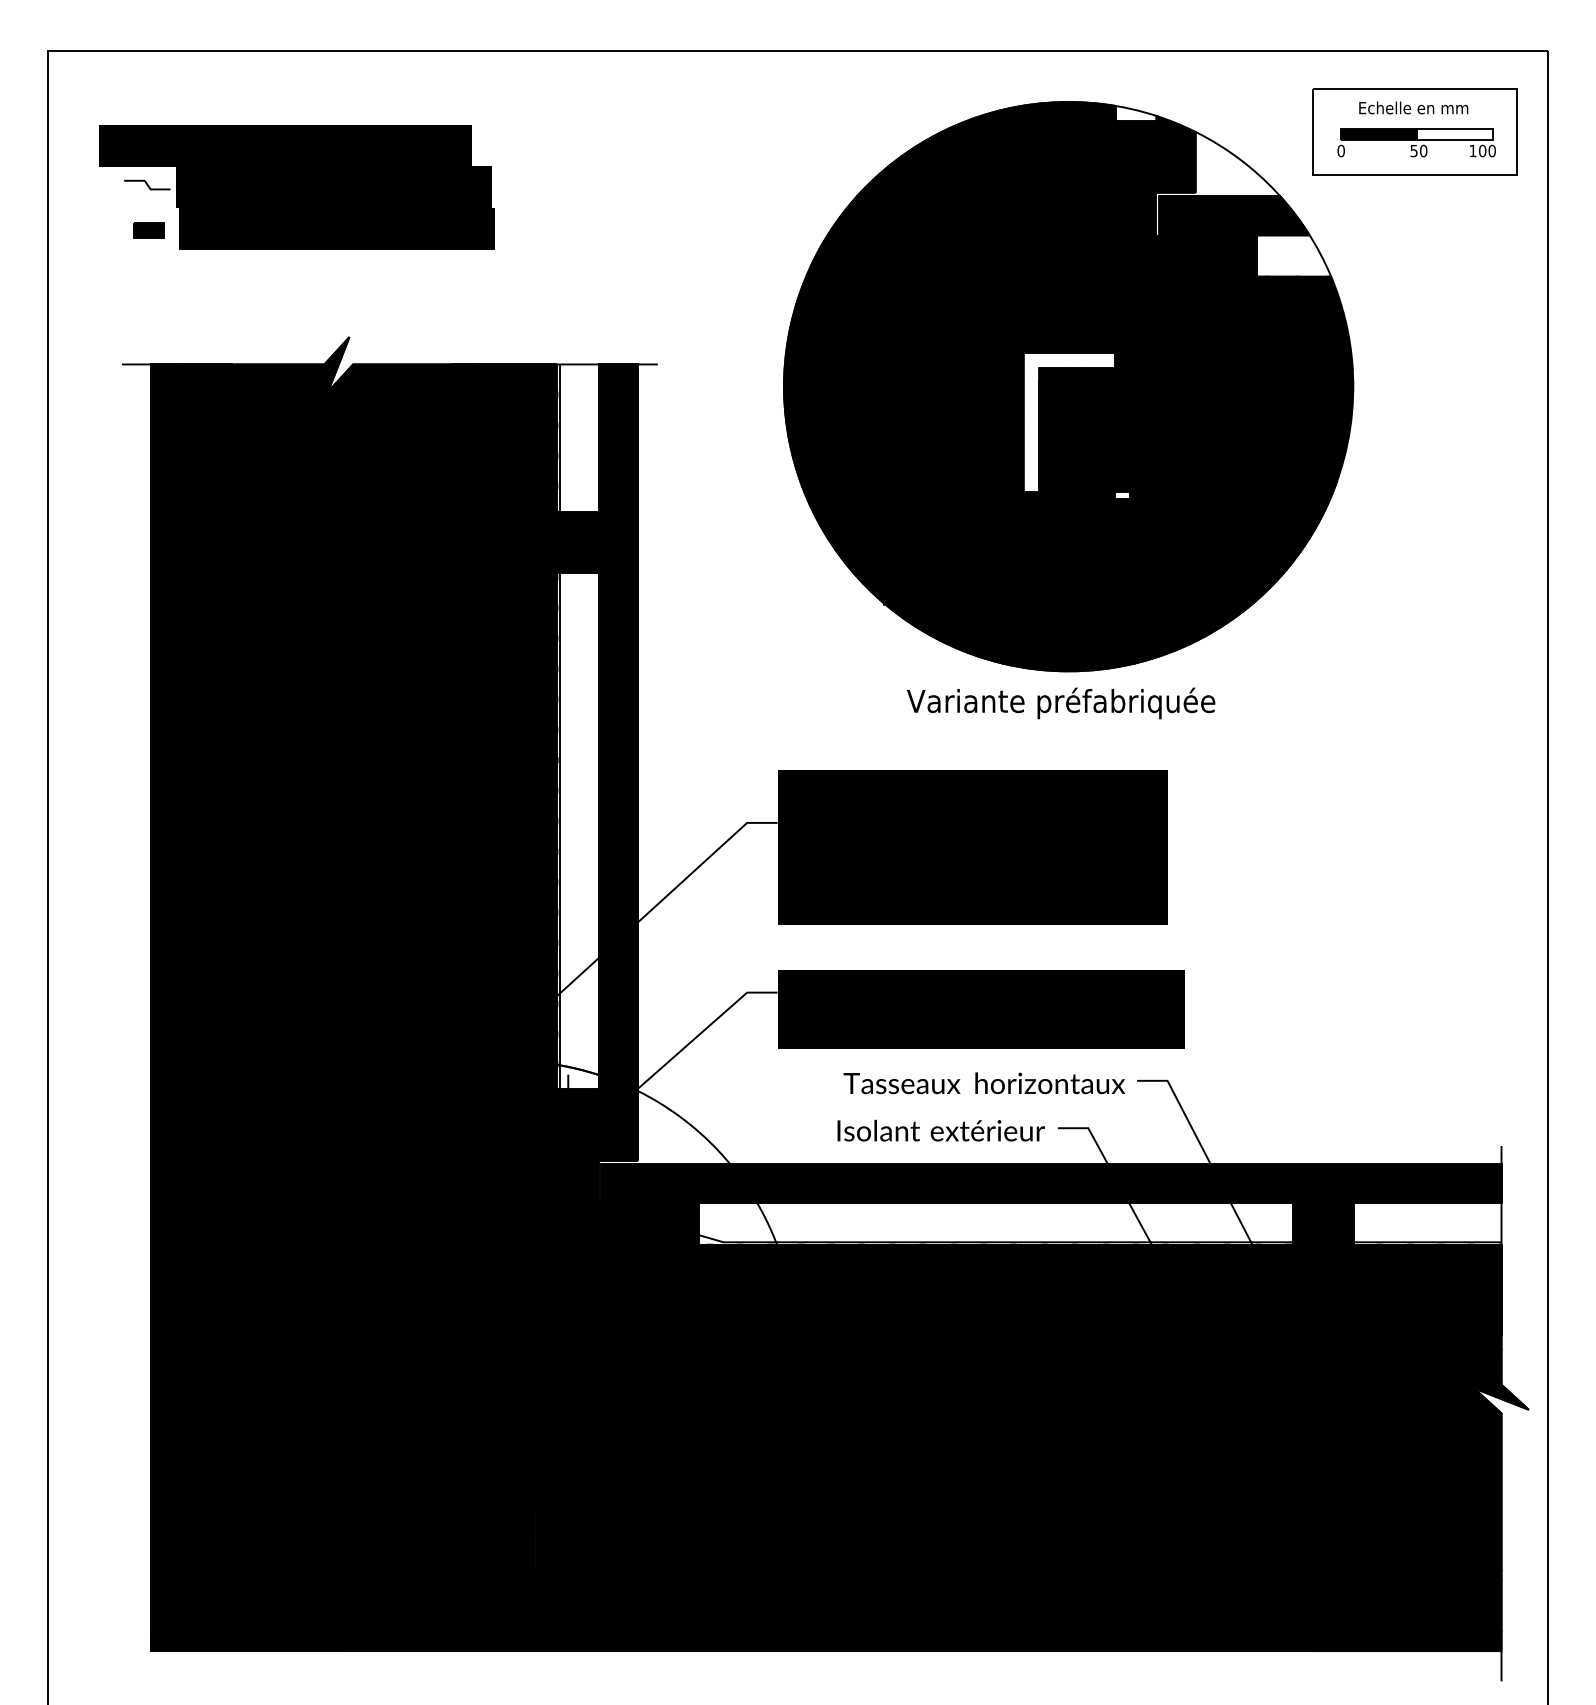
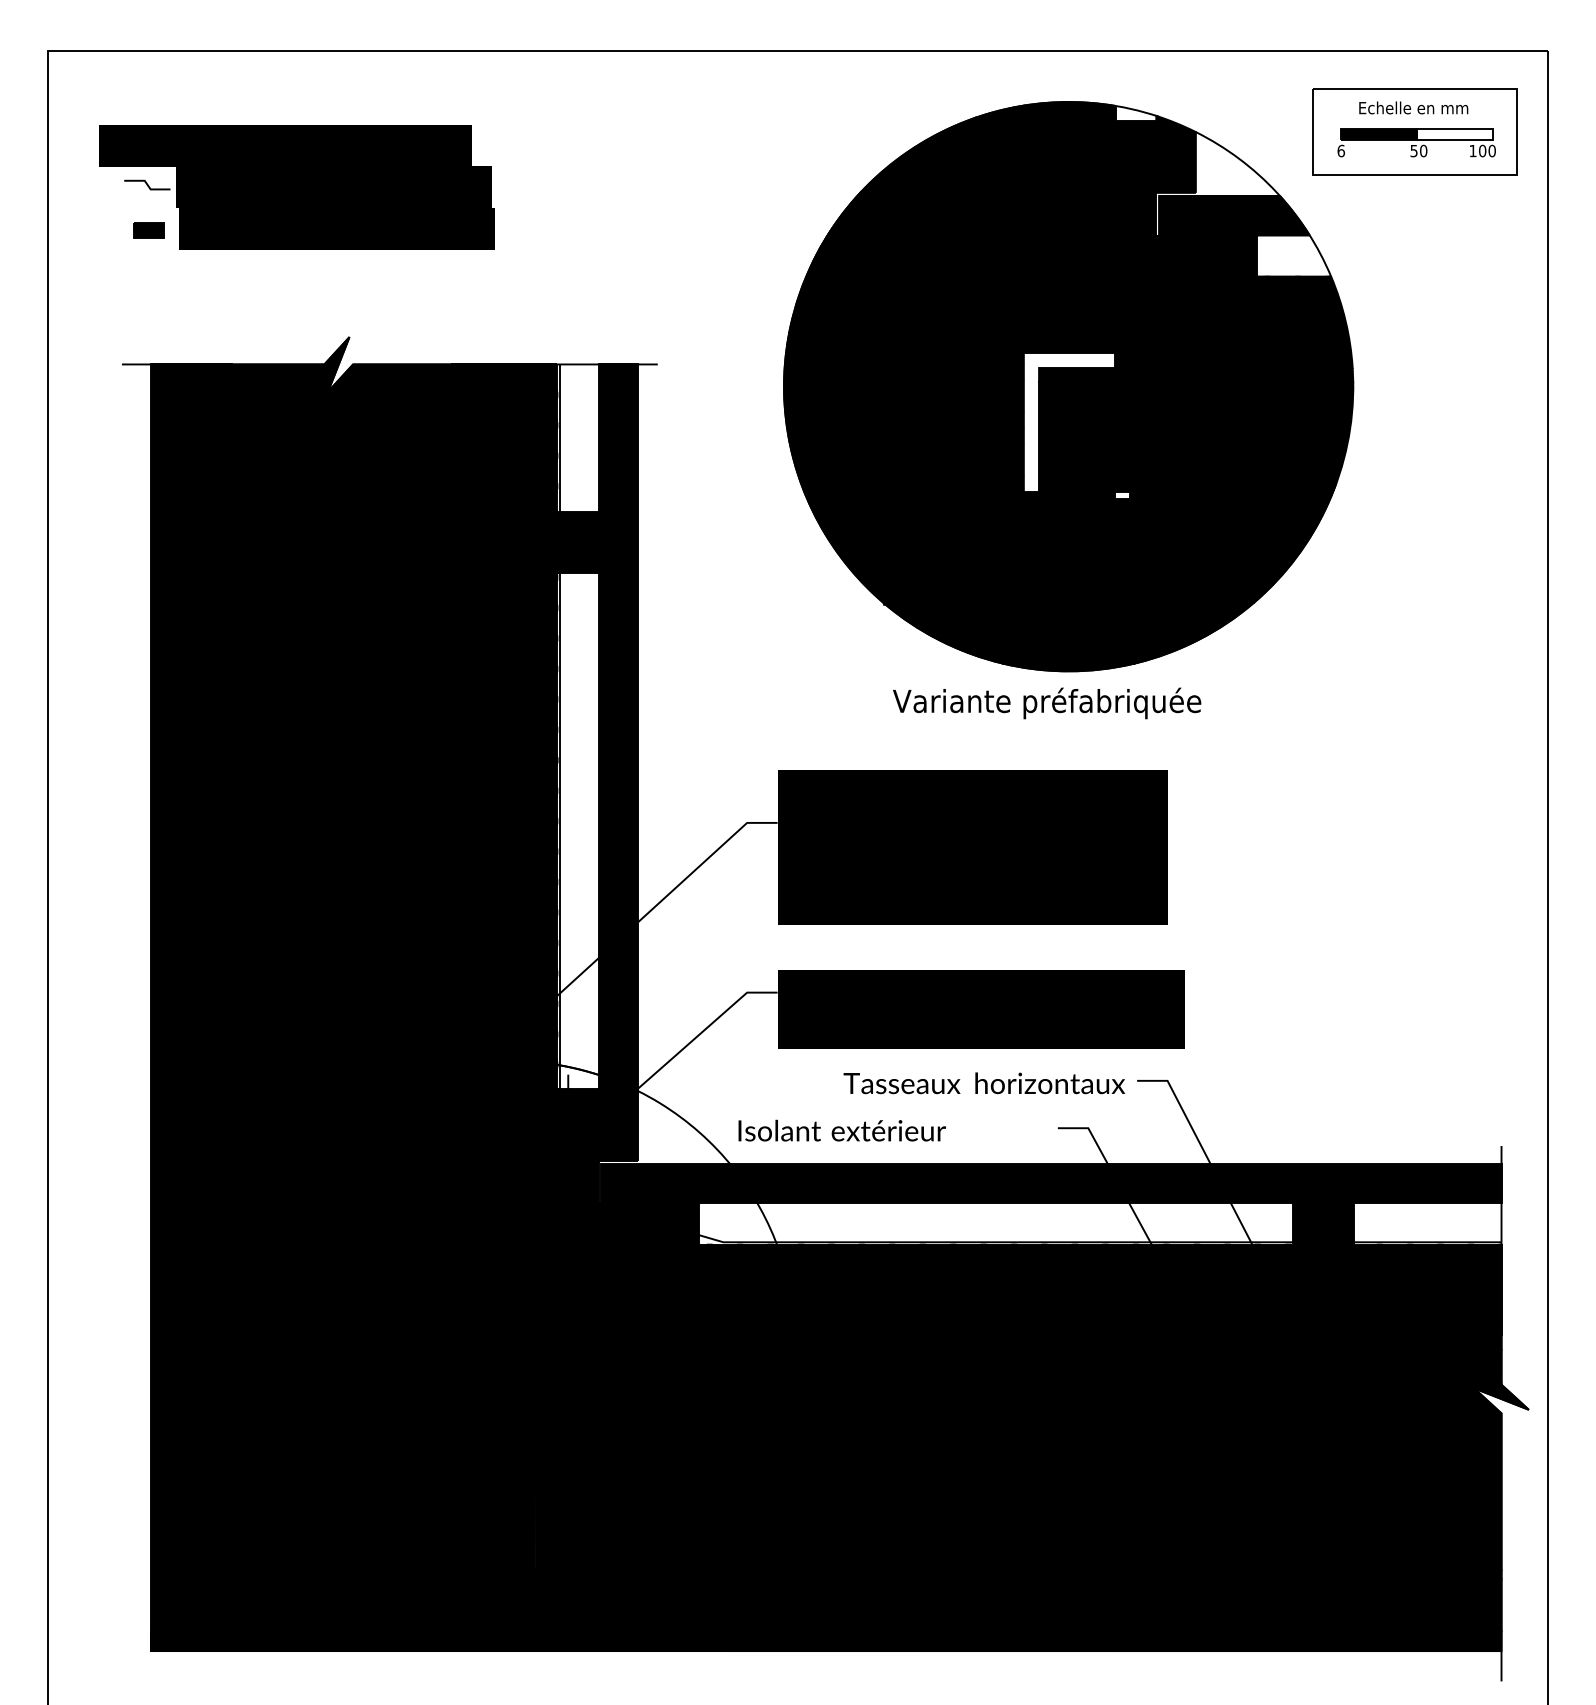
text at (1340, 150): 0 -> 6
text at (1061, 703) position: (1061, 703) -> (1047, 703)
text at (940, 1130) position: (940, 1130) -> (841, 1130)
